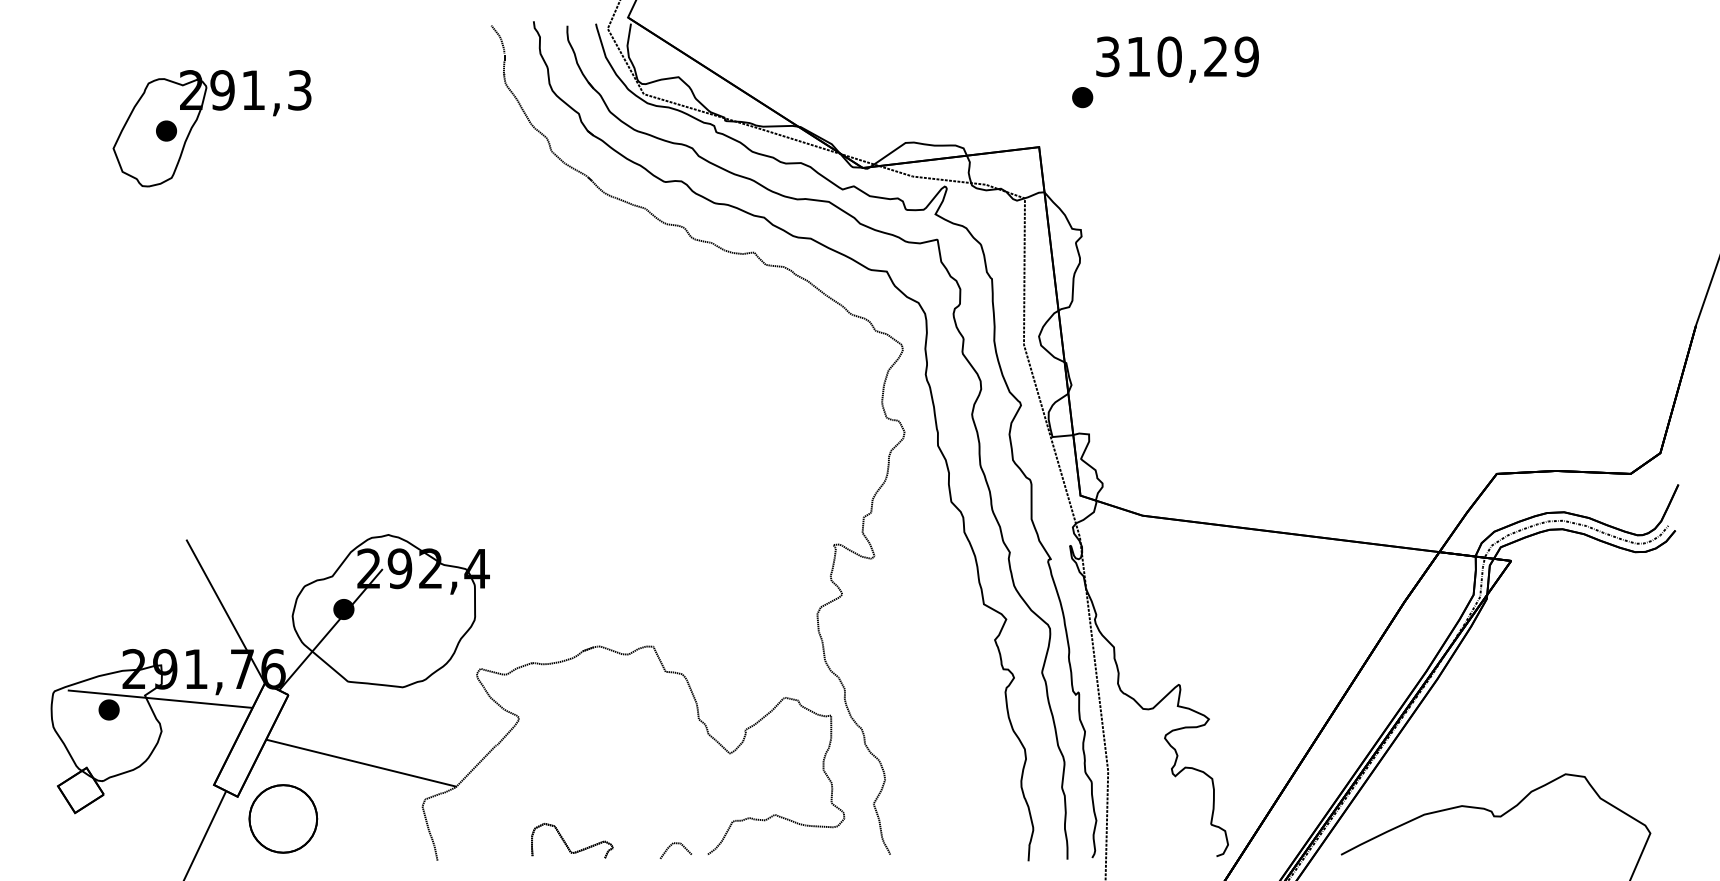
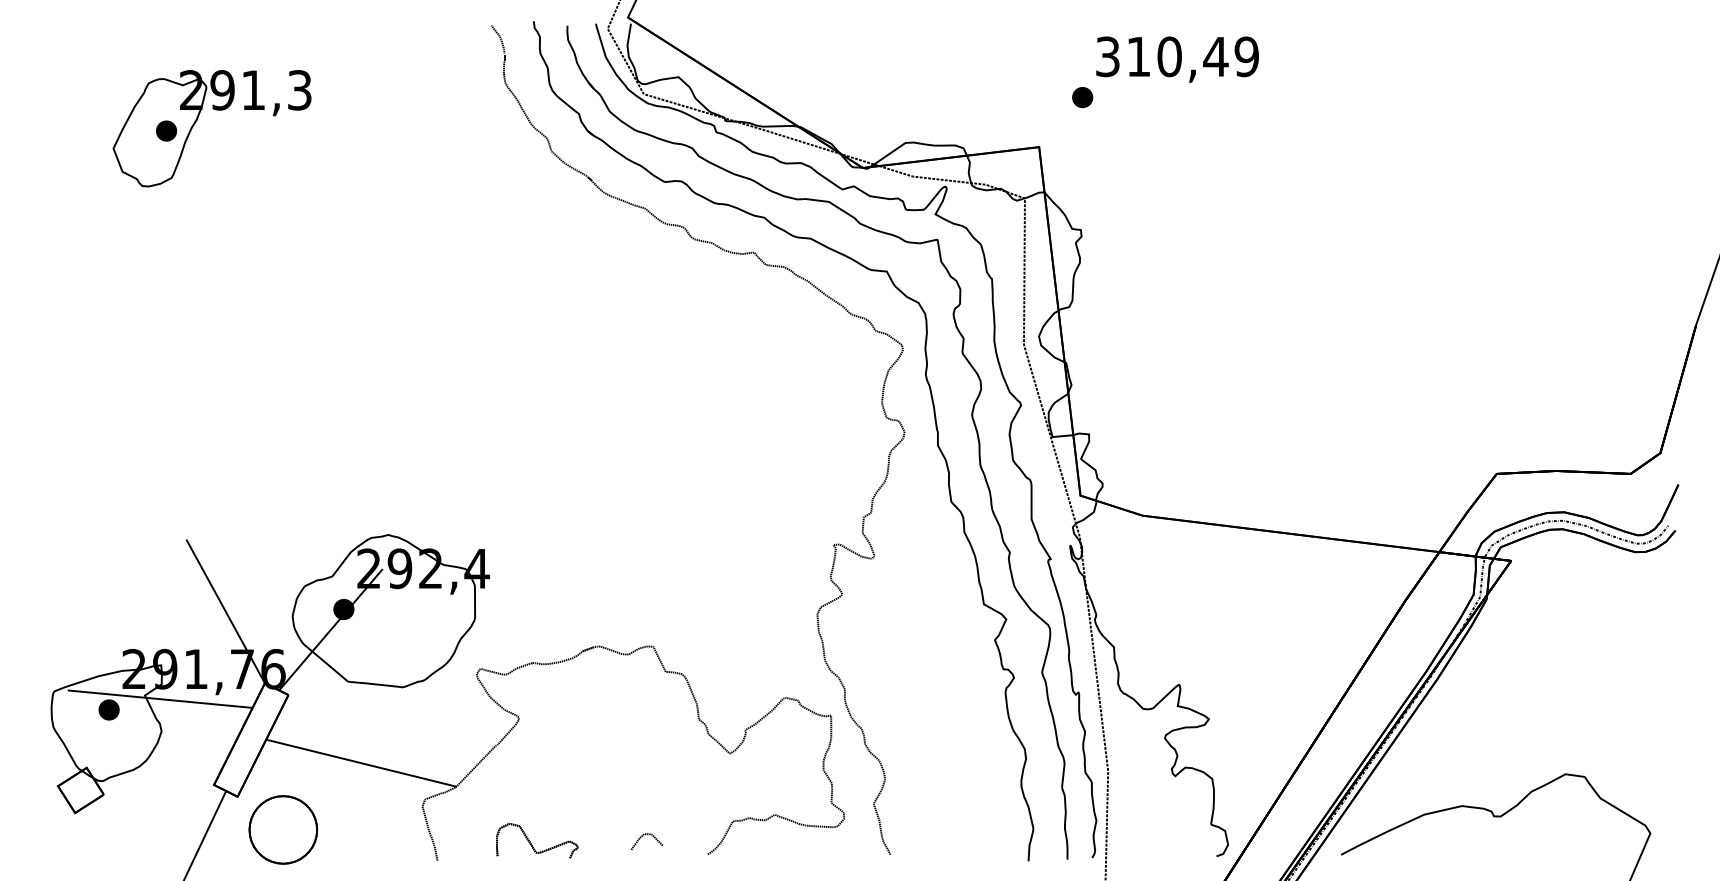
text at (1215, 56): 310,29 -> 310,49
part at (283, 818) position: (283, 818) -> (283, 829)
part at (566, 843) position: (566, 843) -> (531, 843)
curve at (674, 844) position: (674, 844) -> (645, 835)
